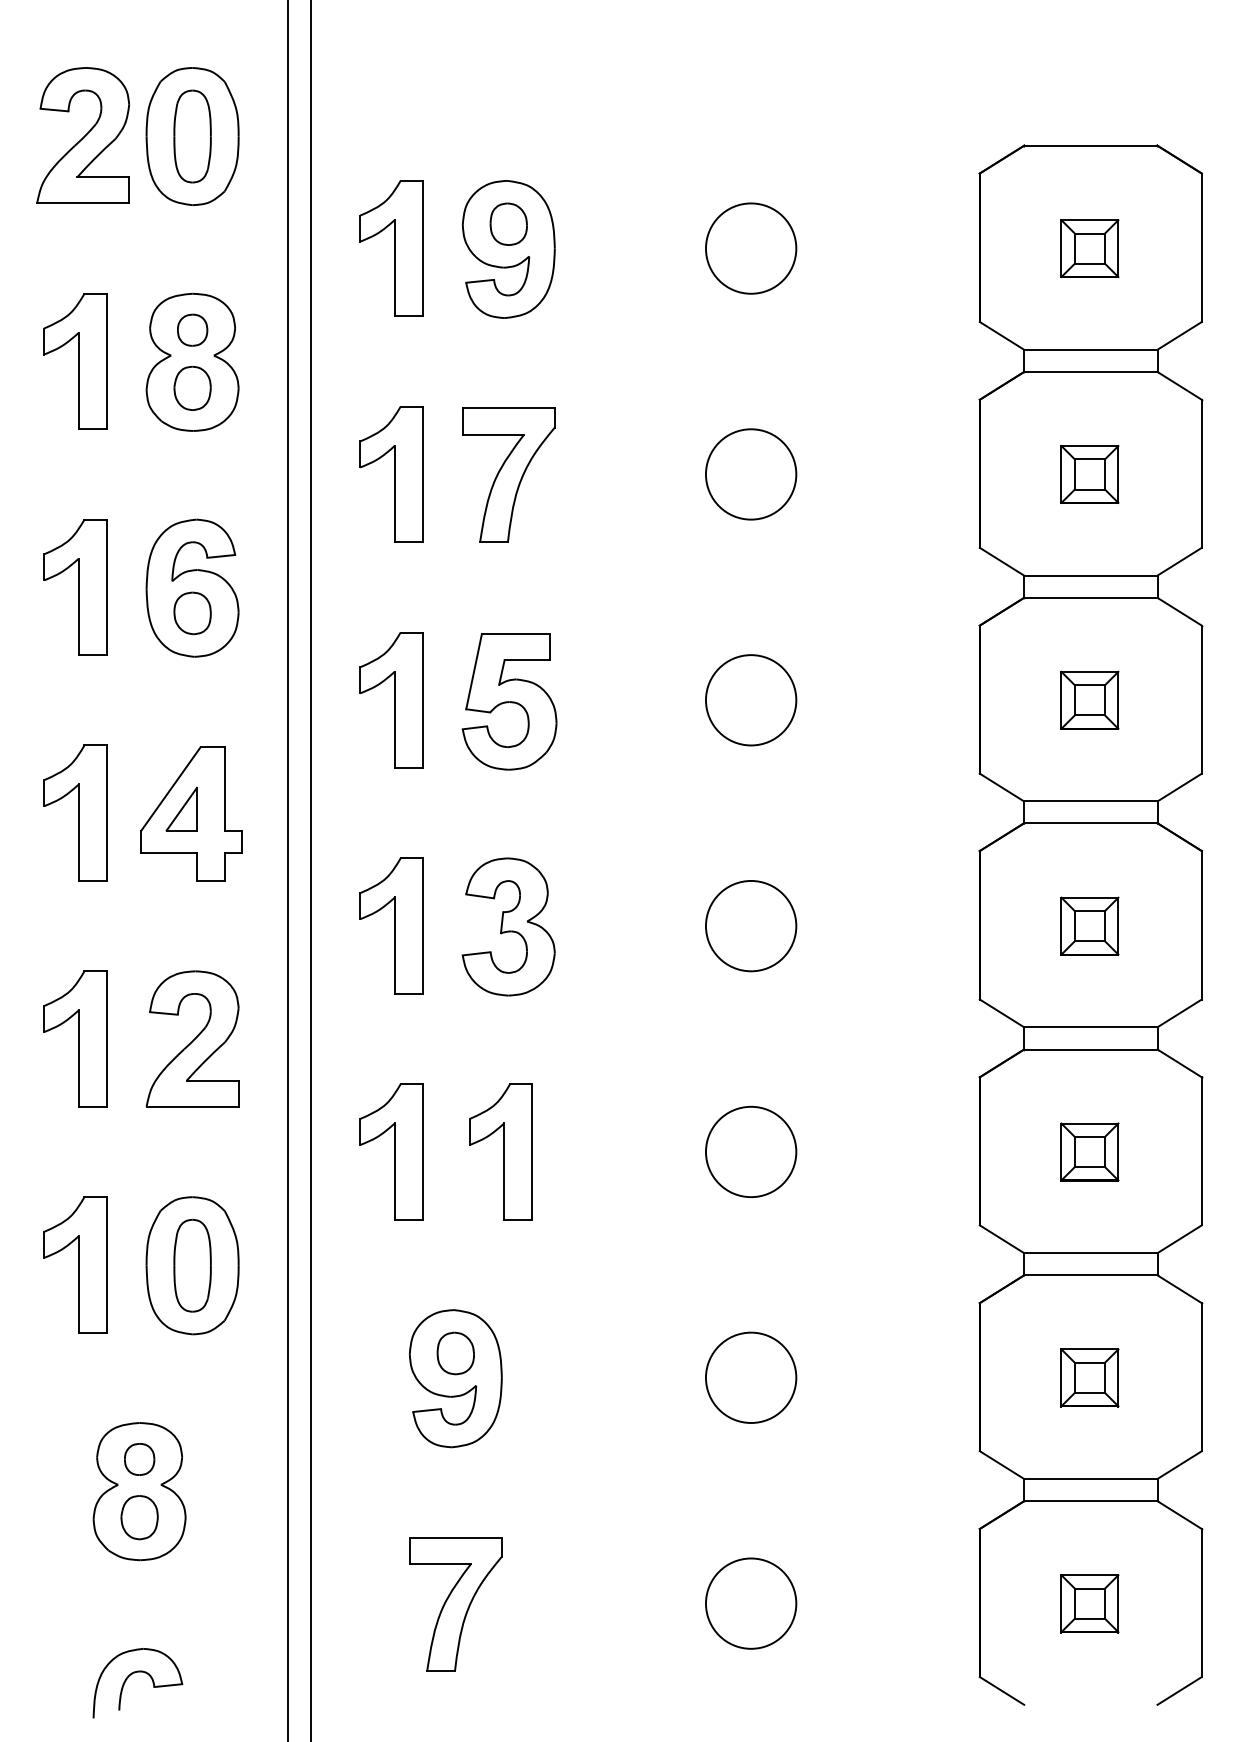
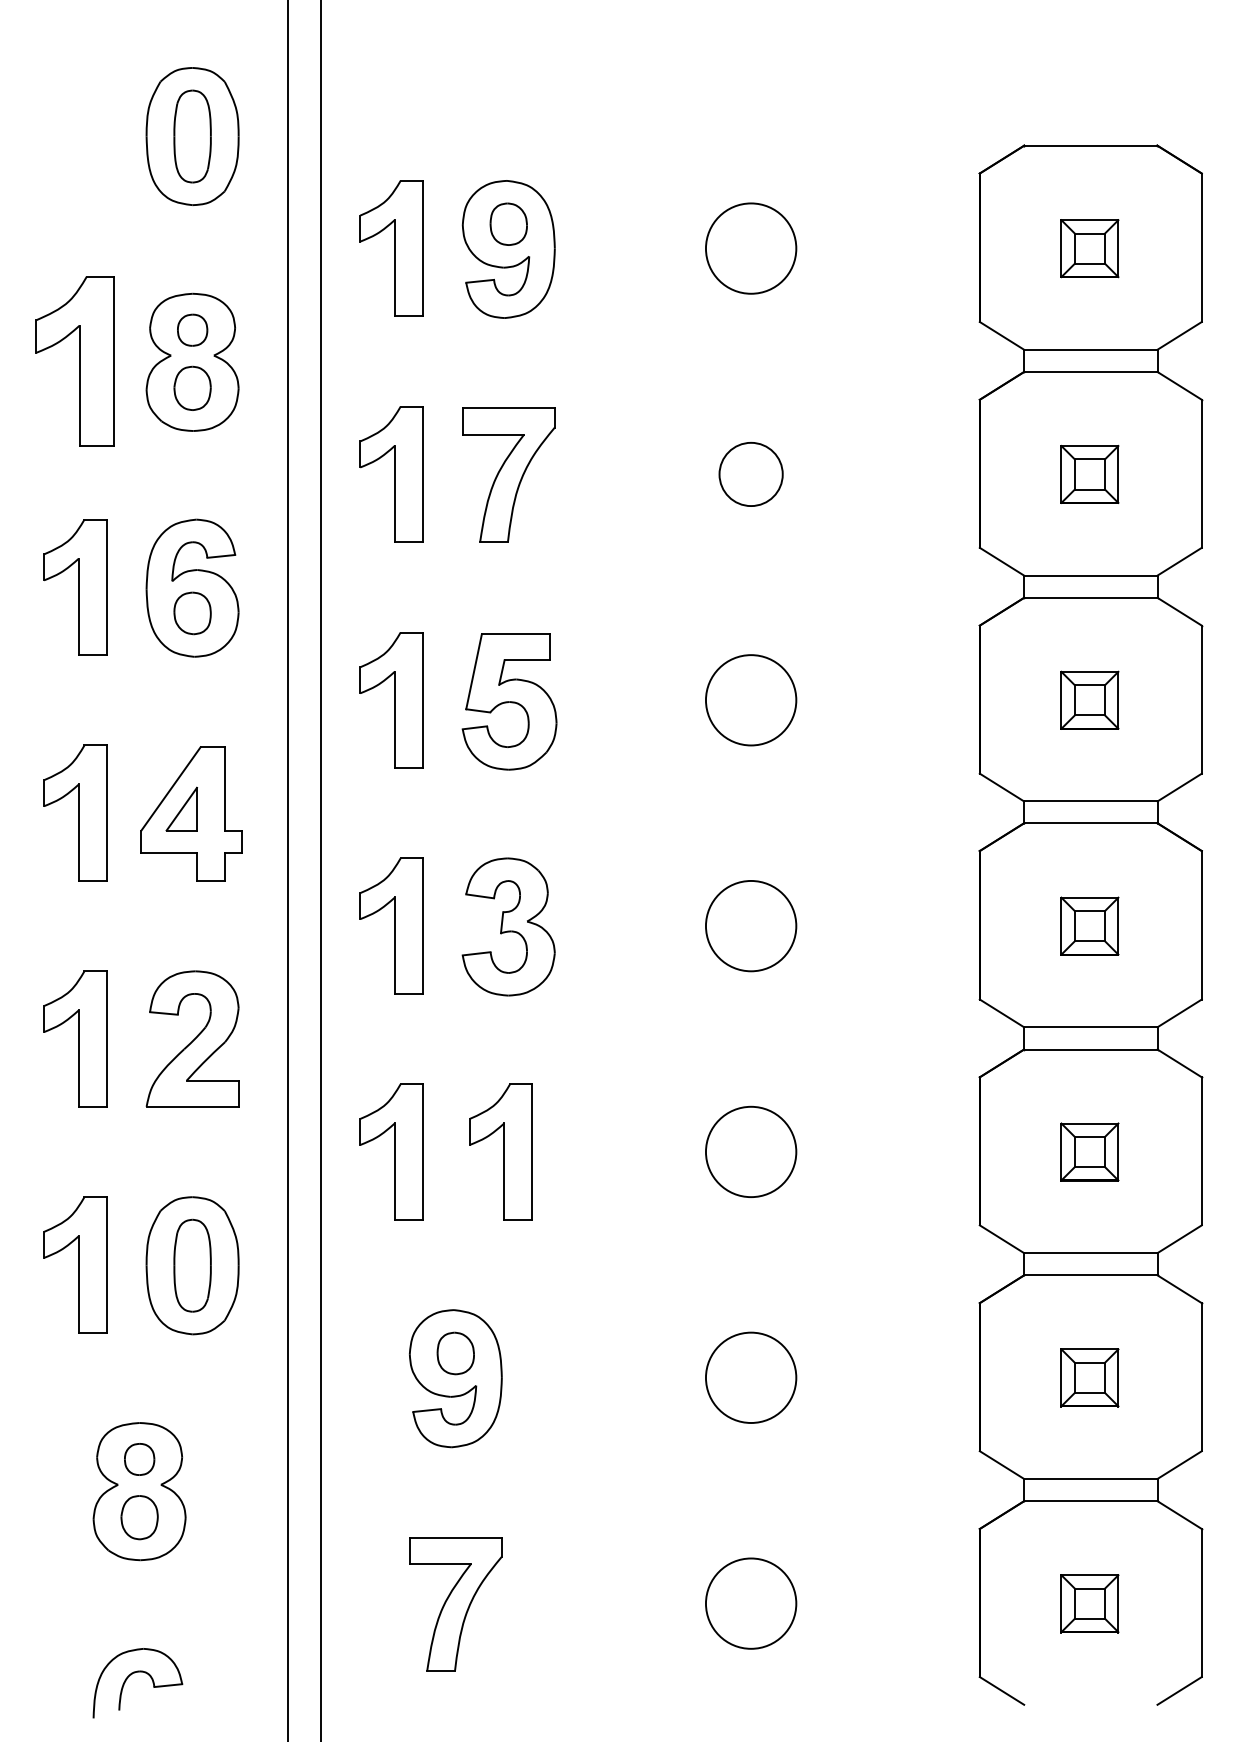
part at (83, 135): present -> none
part at (75, 361) size: 65x137 px -> 80x171 px
circle at (750, 474) diameter: 90 px -> 63 px
line at (310, 870) position: (310, 870) -> (320, 870)
